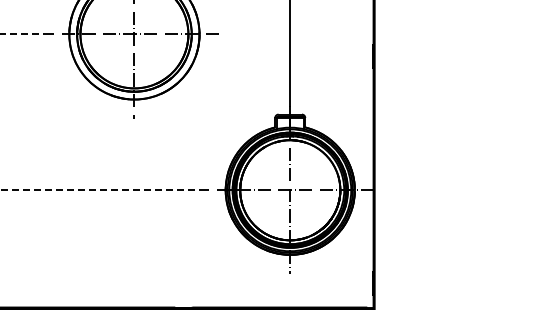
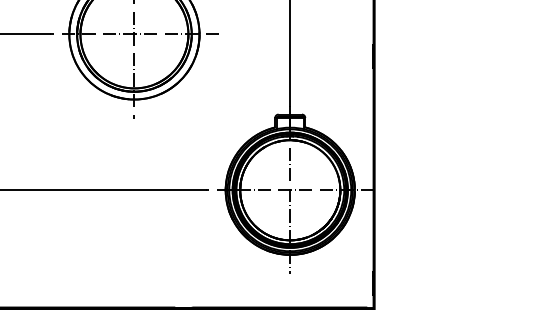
line at (24, 34): dashed -> solid
line at (103, 190): dashed -> solid
